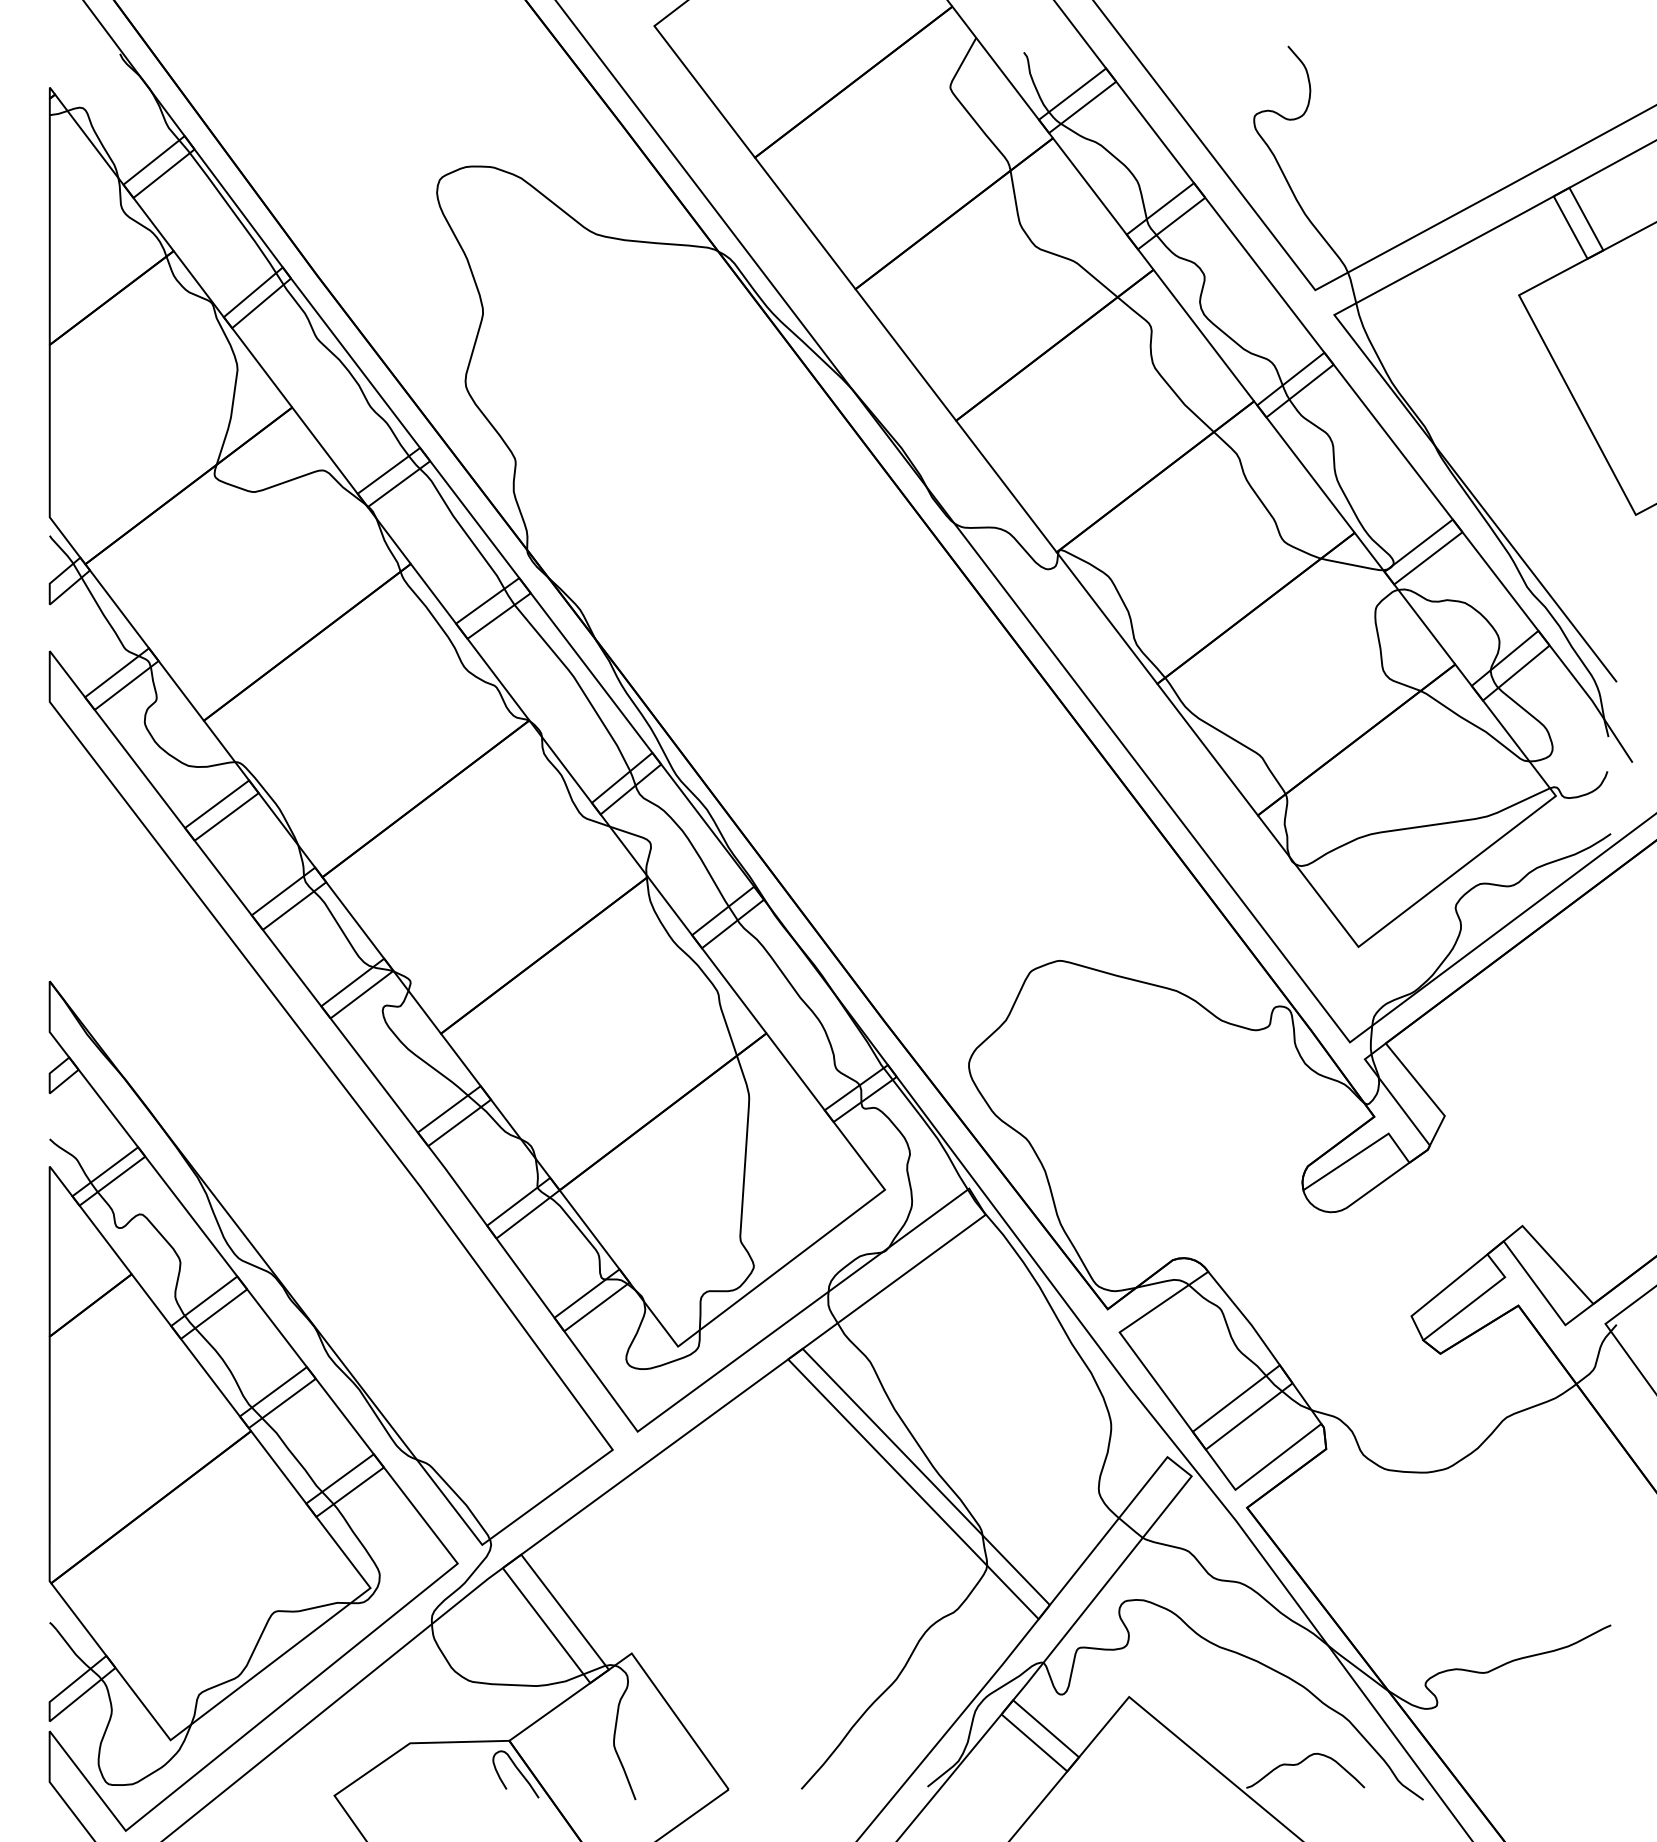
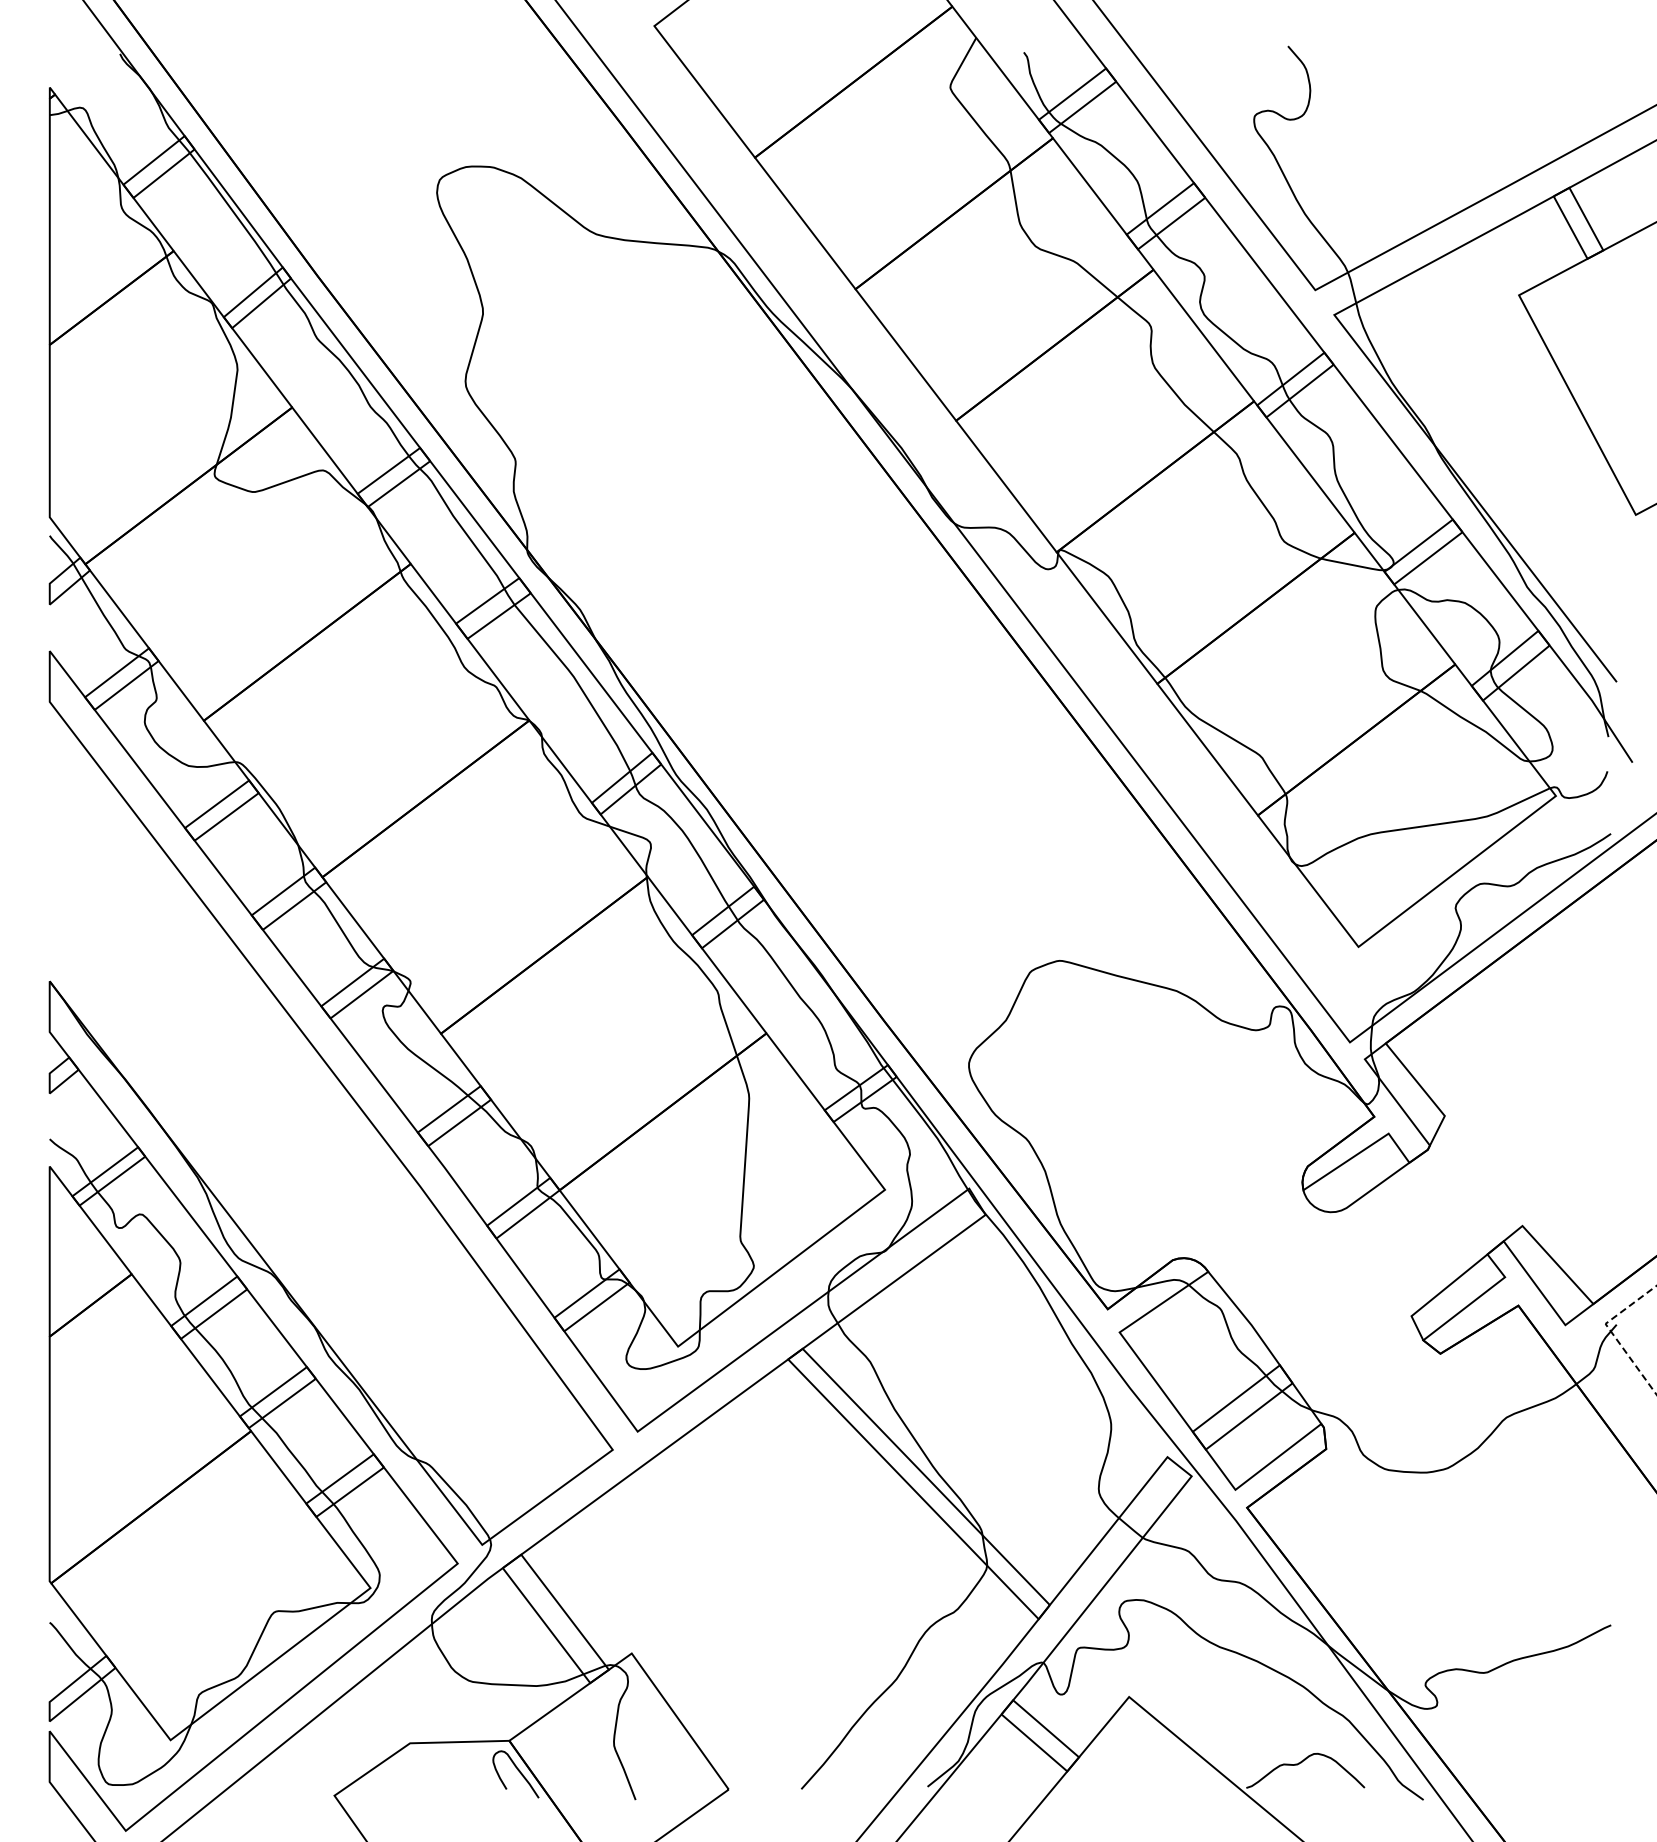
line at (1612, 1333): solid -> dashed
